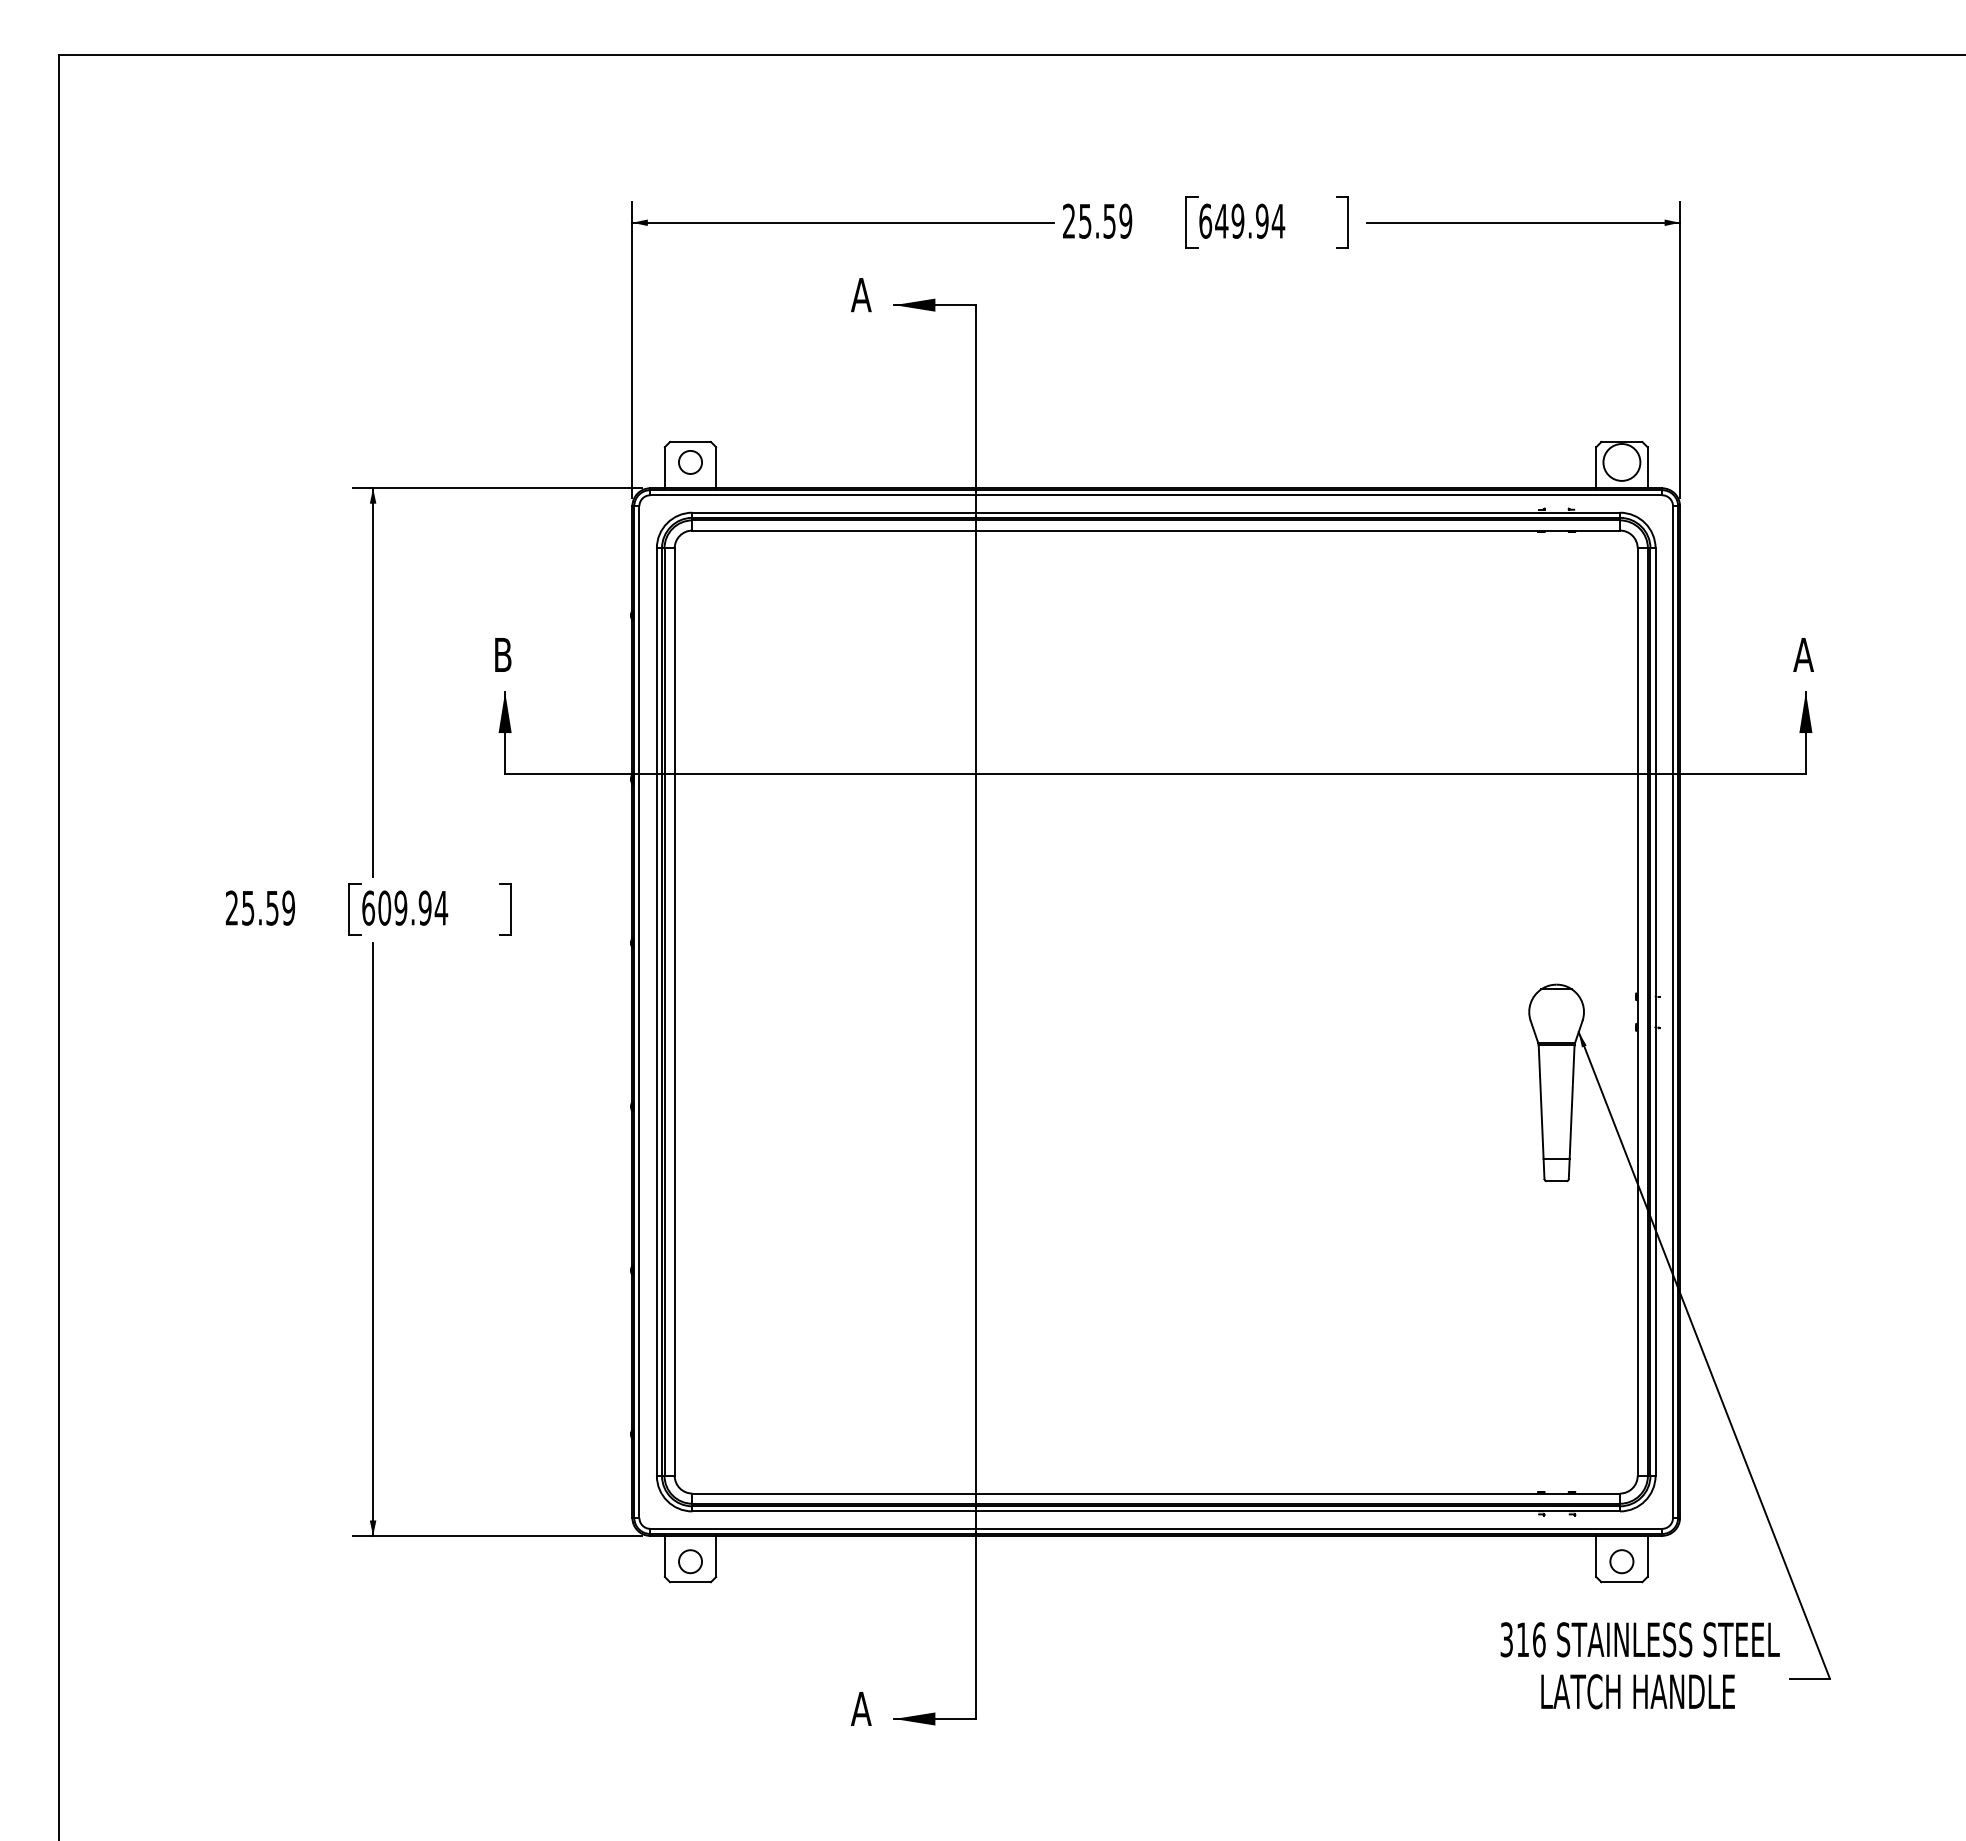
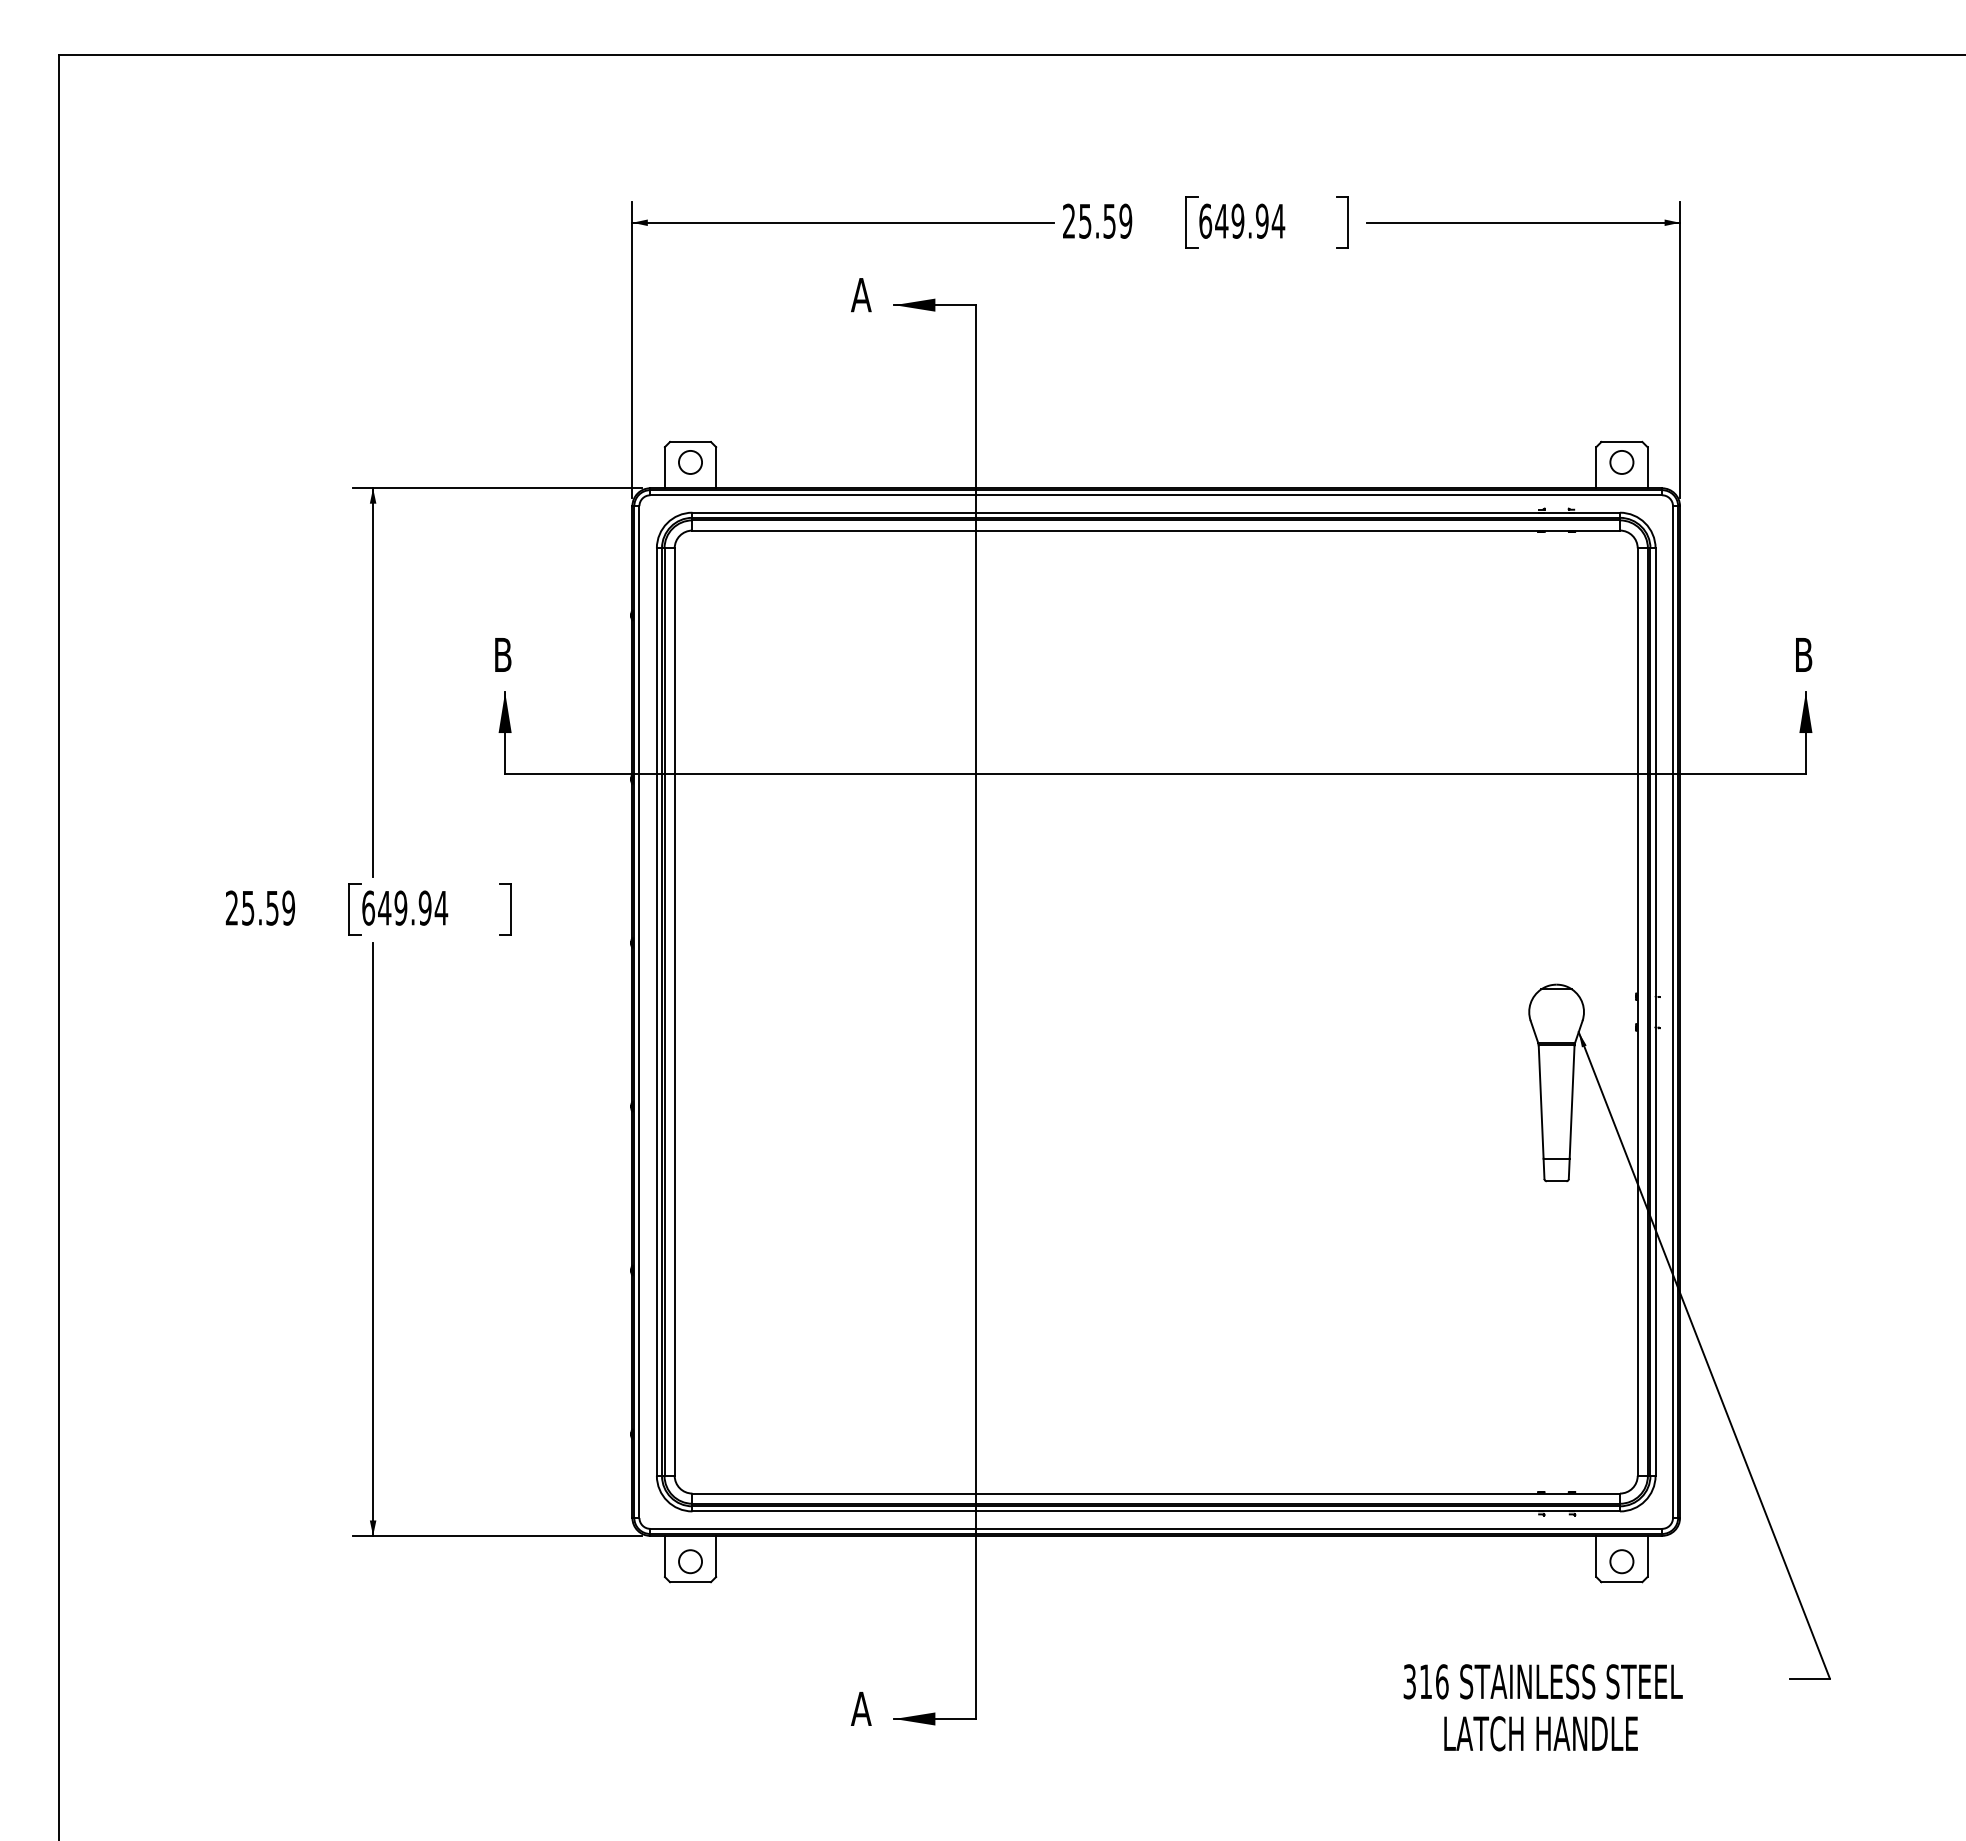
circle at (1621, 461) diameter: 37 px -> 23 px
text at (1803, 654): A -> B
text at (384, 907): 609.94 -> 649.94
text at (1639, 1665) position: (1639, 1665) -> (1542, 1707)
